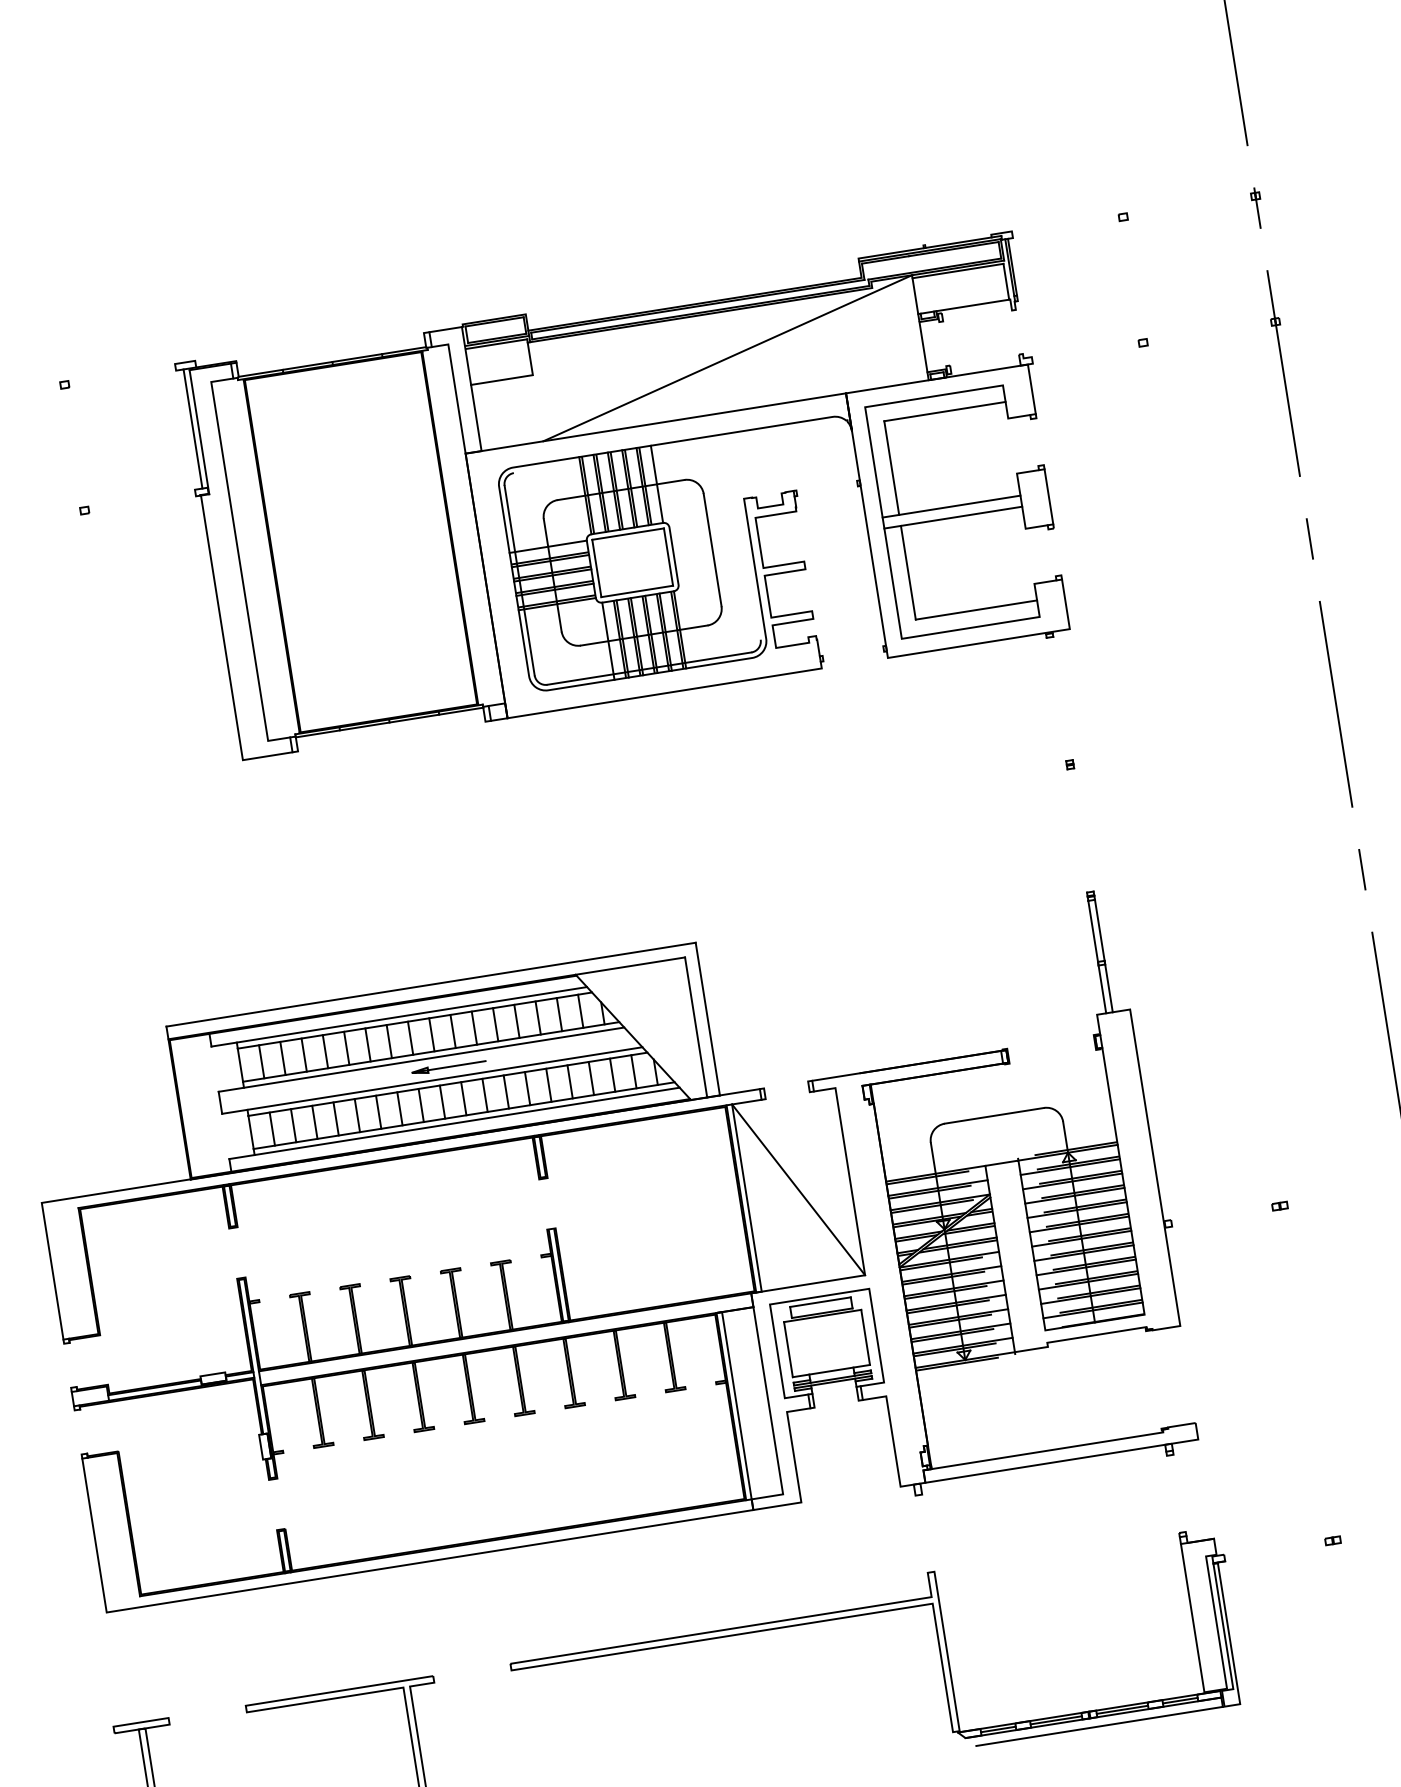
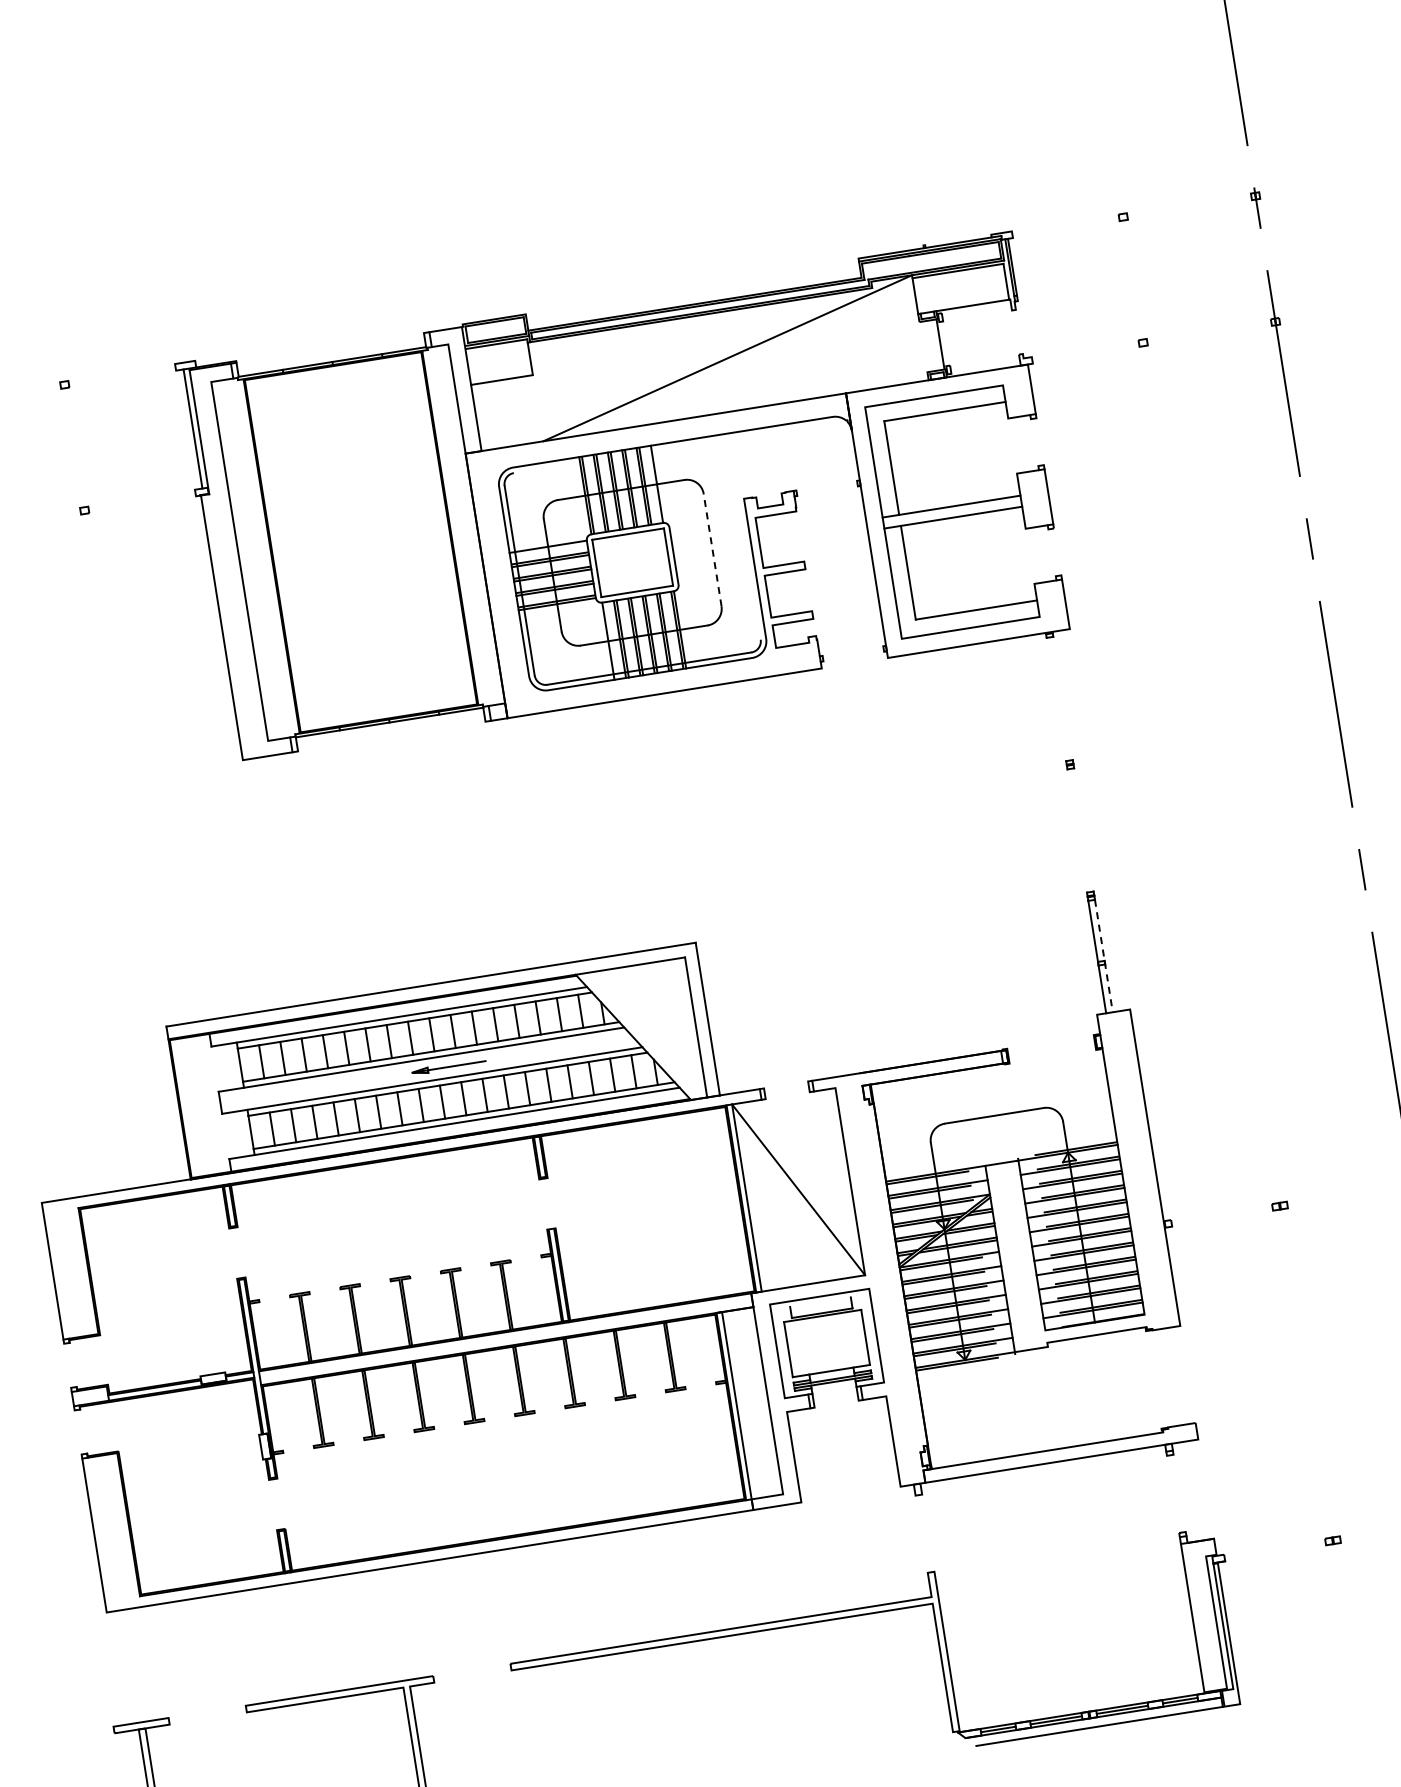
line at (923, 347) position: (923, 347) -> (940, 344)
line at (712, 550): solid -> dashed
line at (1103, 956): solid -> dashed
line at (820, 1301): present -> none
